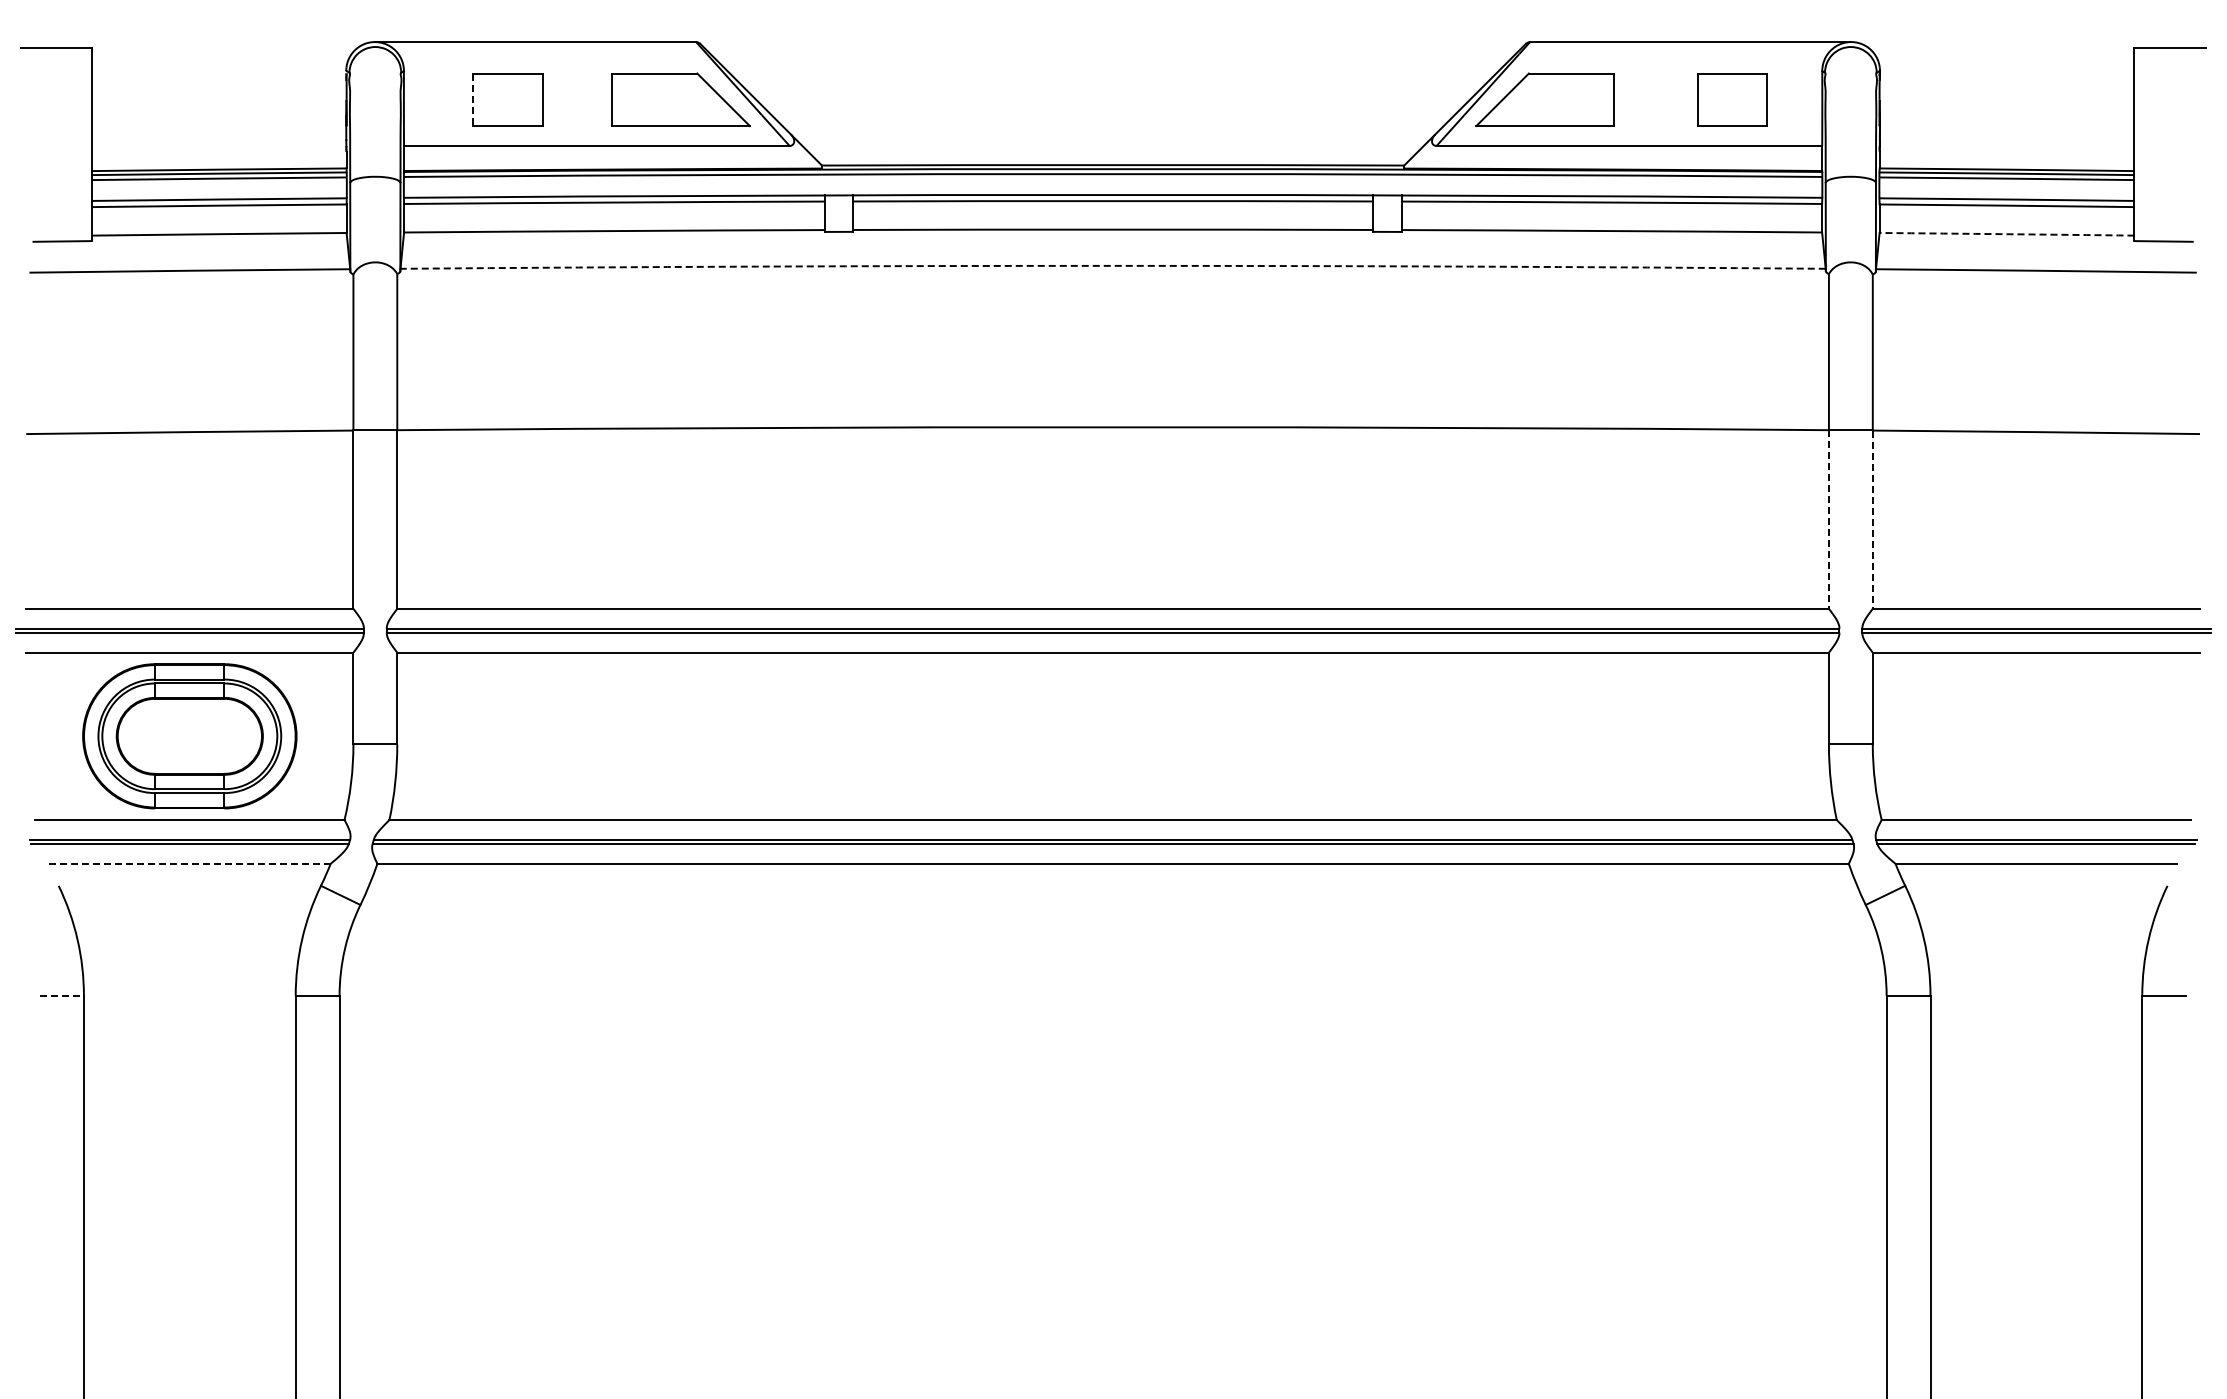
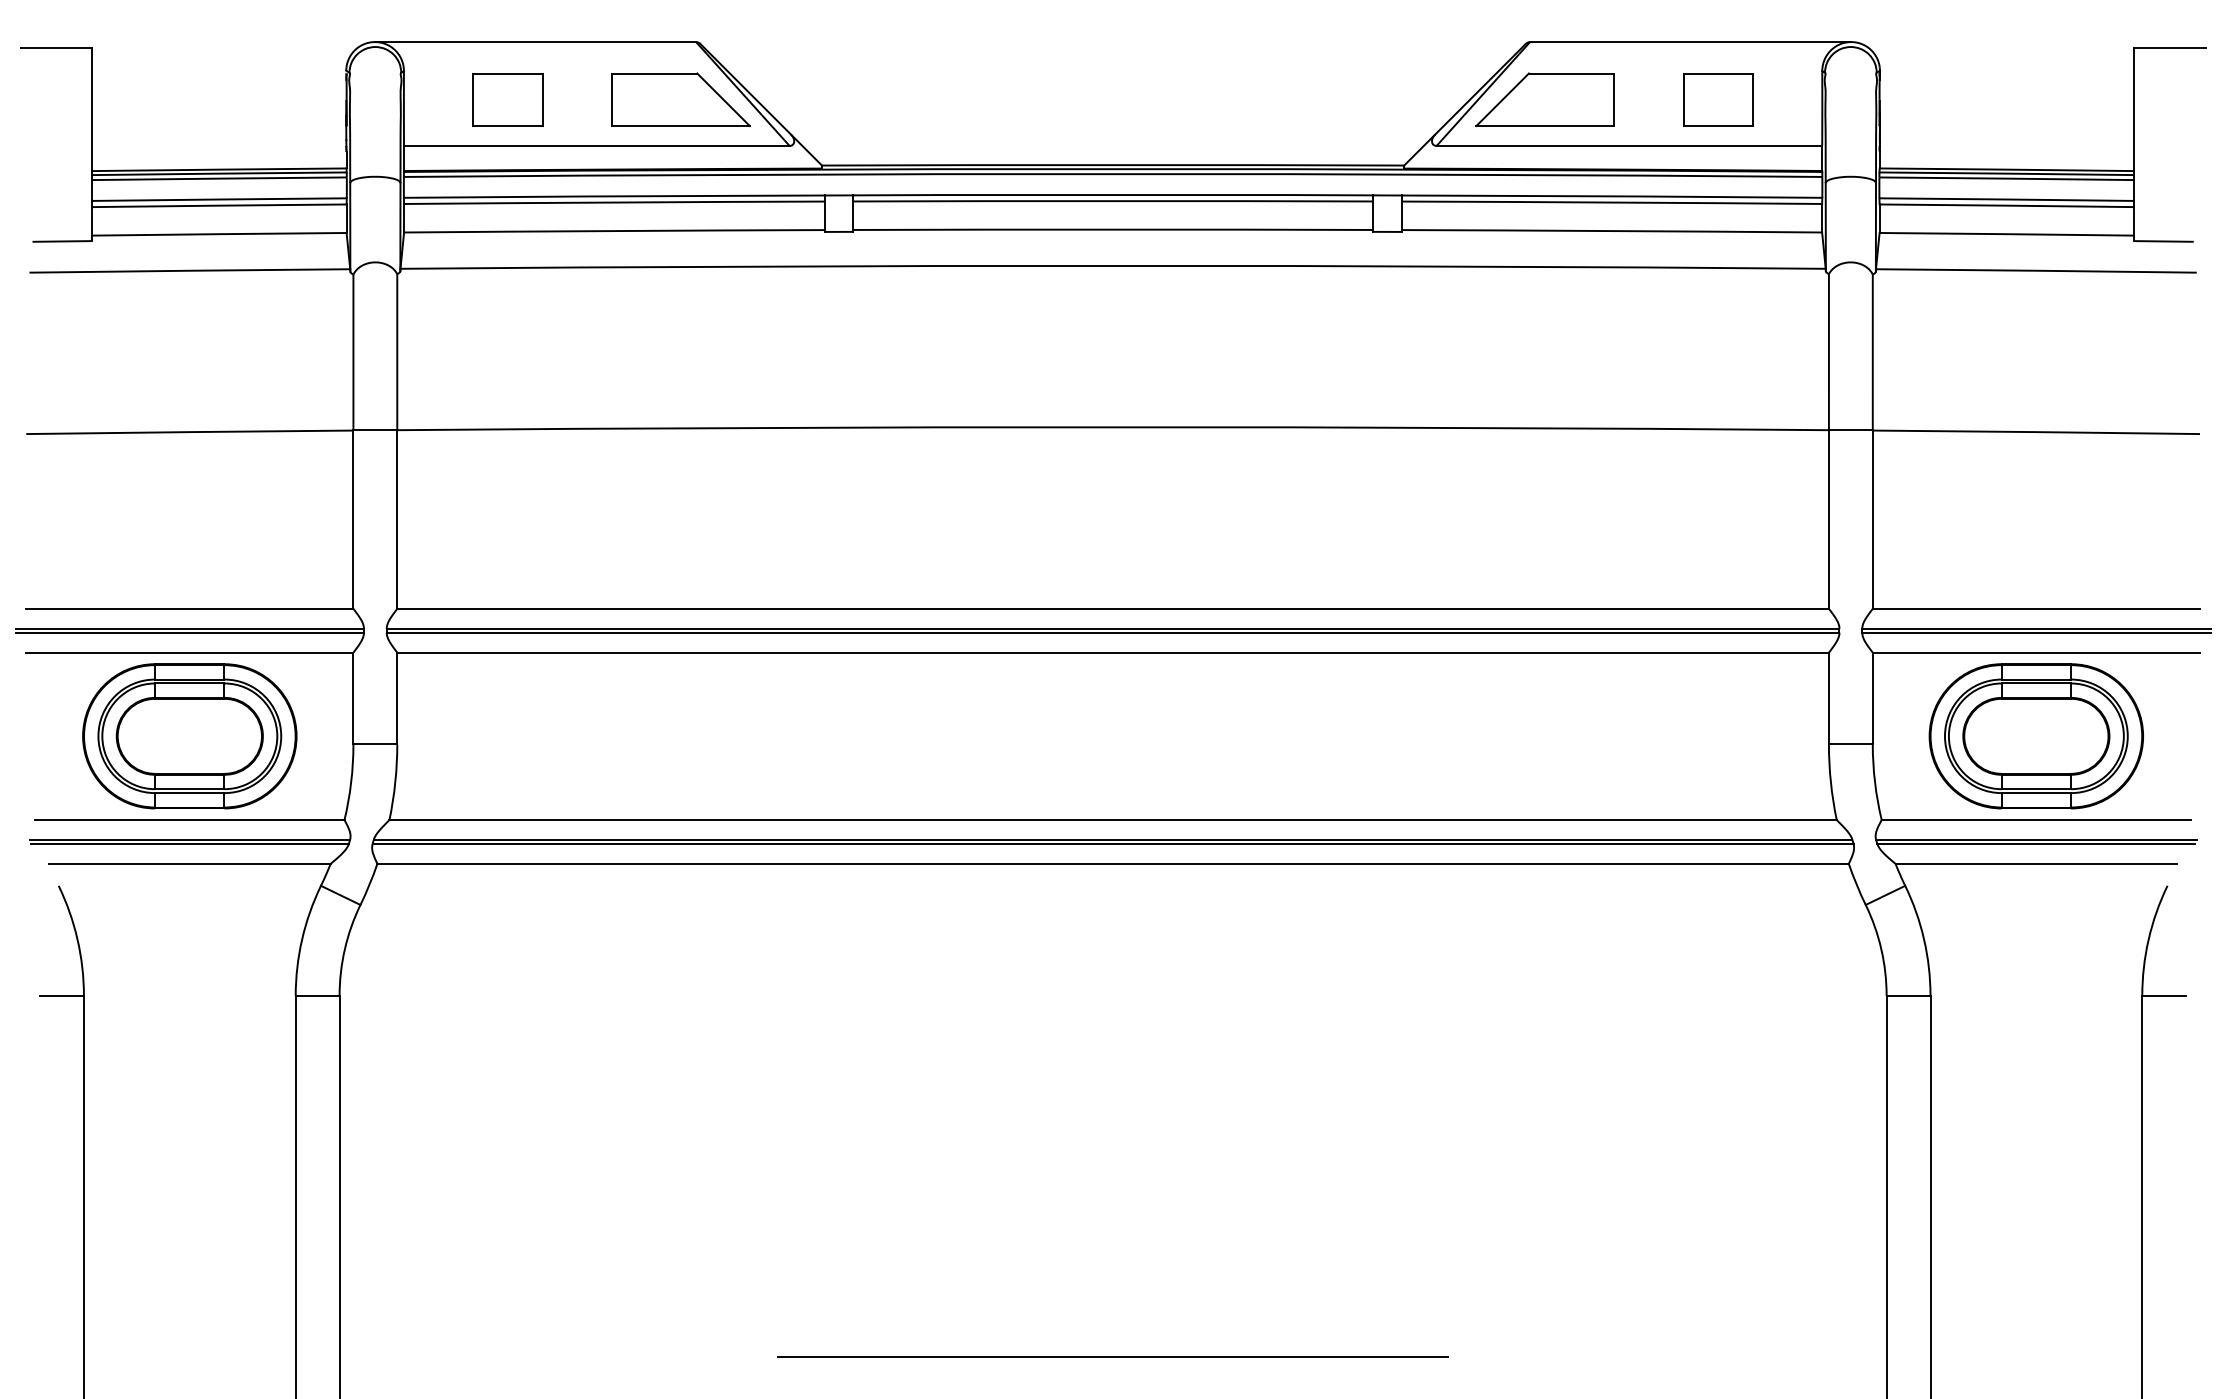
part at (1732, 99) position: (1732, 99) -> (1718, 99)
line at (473, 100): dashed -> solid
arc at (2007, 234): dashed -> solid
arc at (1113, 265): dashed -> solid
line at (1828, 520): dashed -> solid
line at (1872, 520): dashed -> solid
part at (2035, 736): none -> present
line at (189, 863): dashed -> solid
line at (62, 996): dashed -> solid
line at (1112, 1356): none -> present
